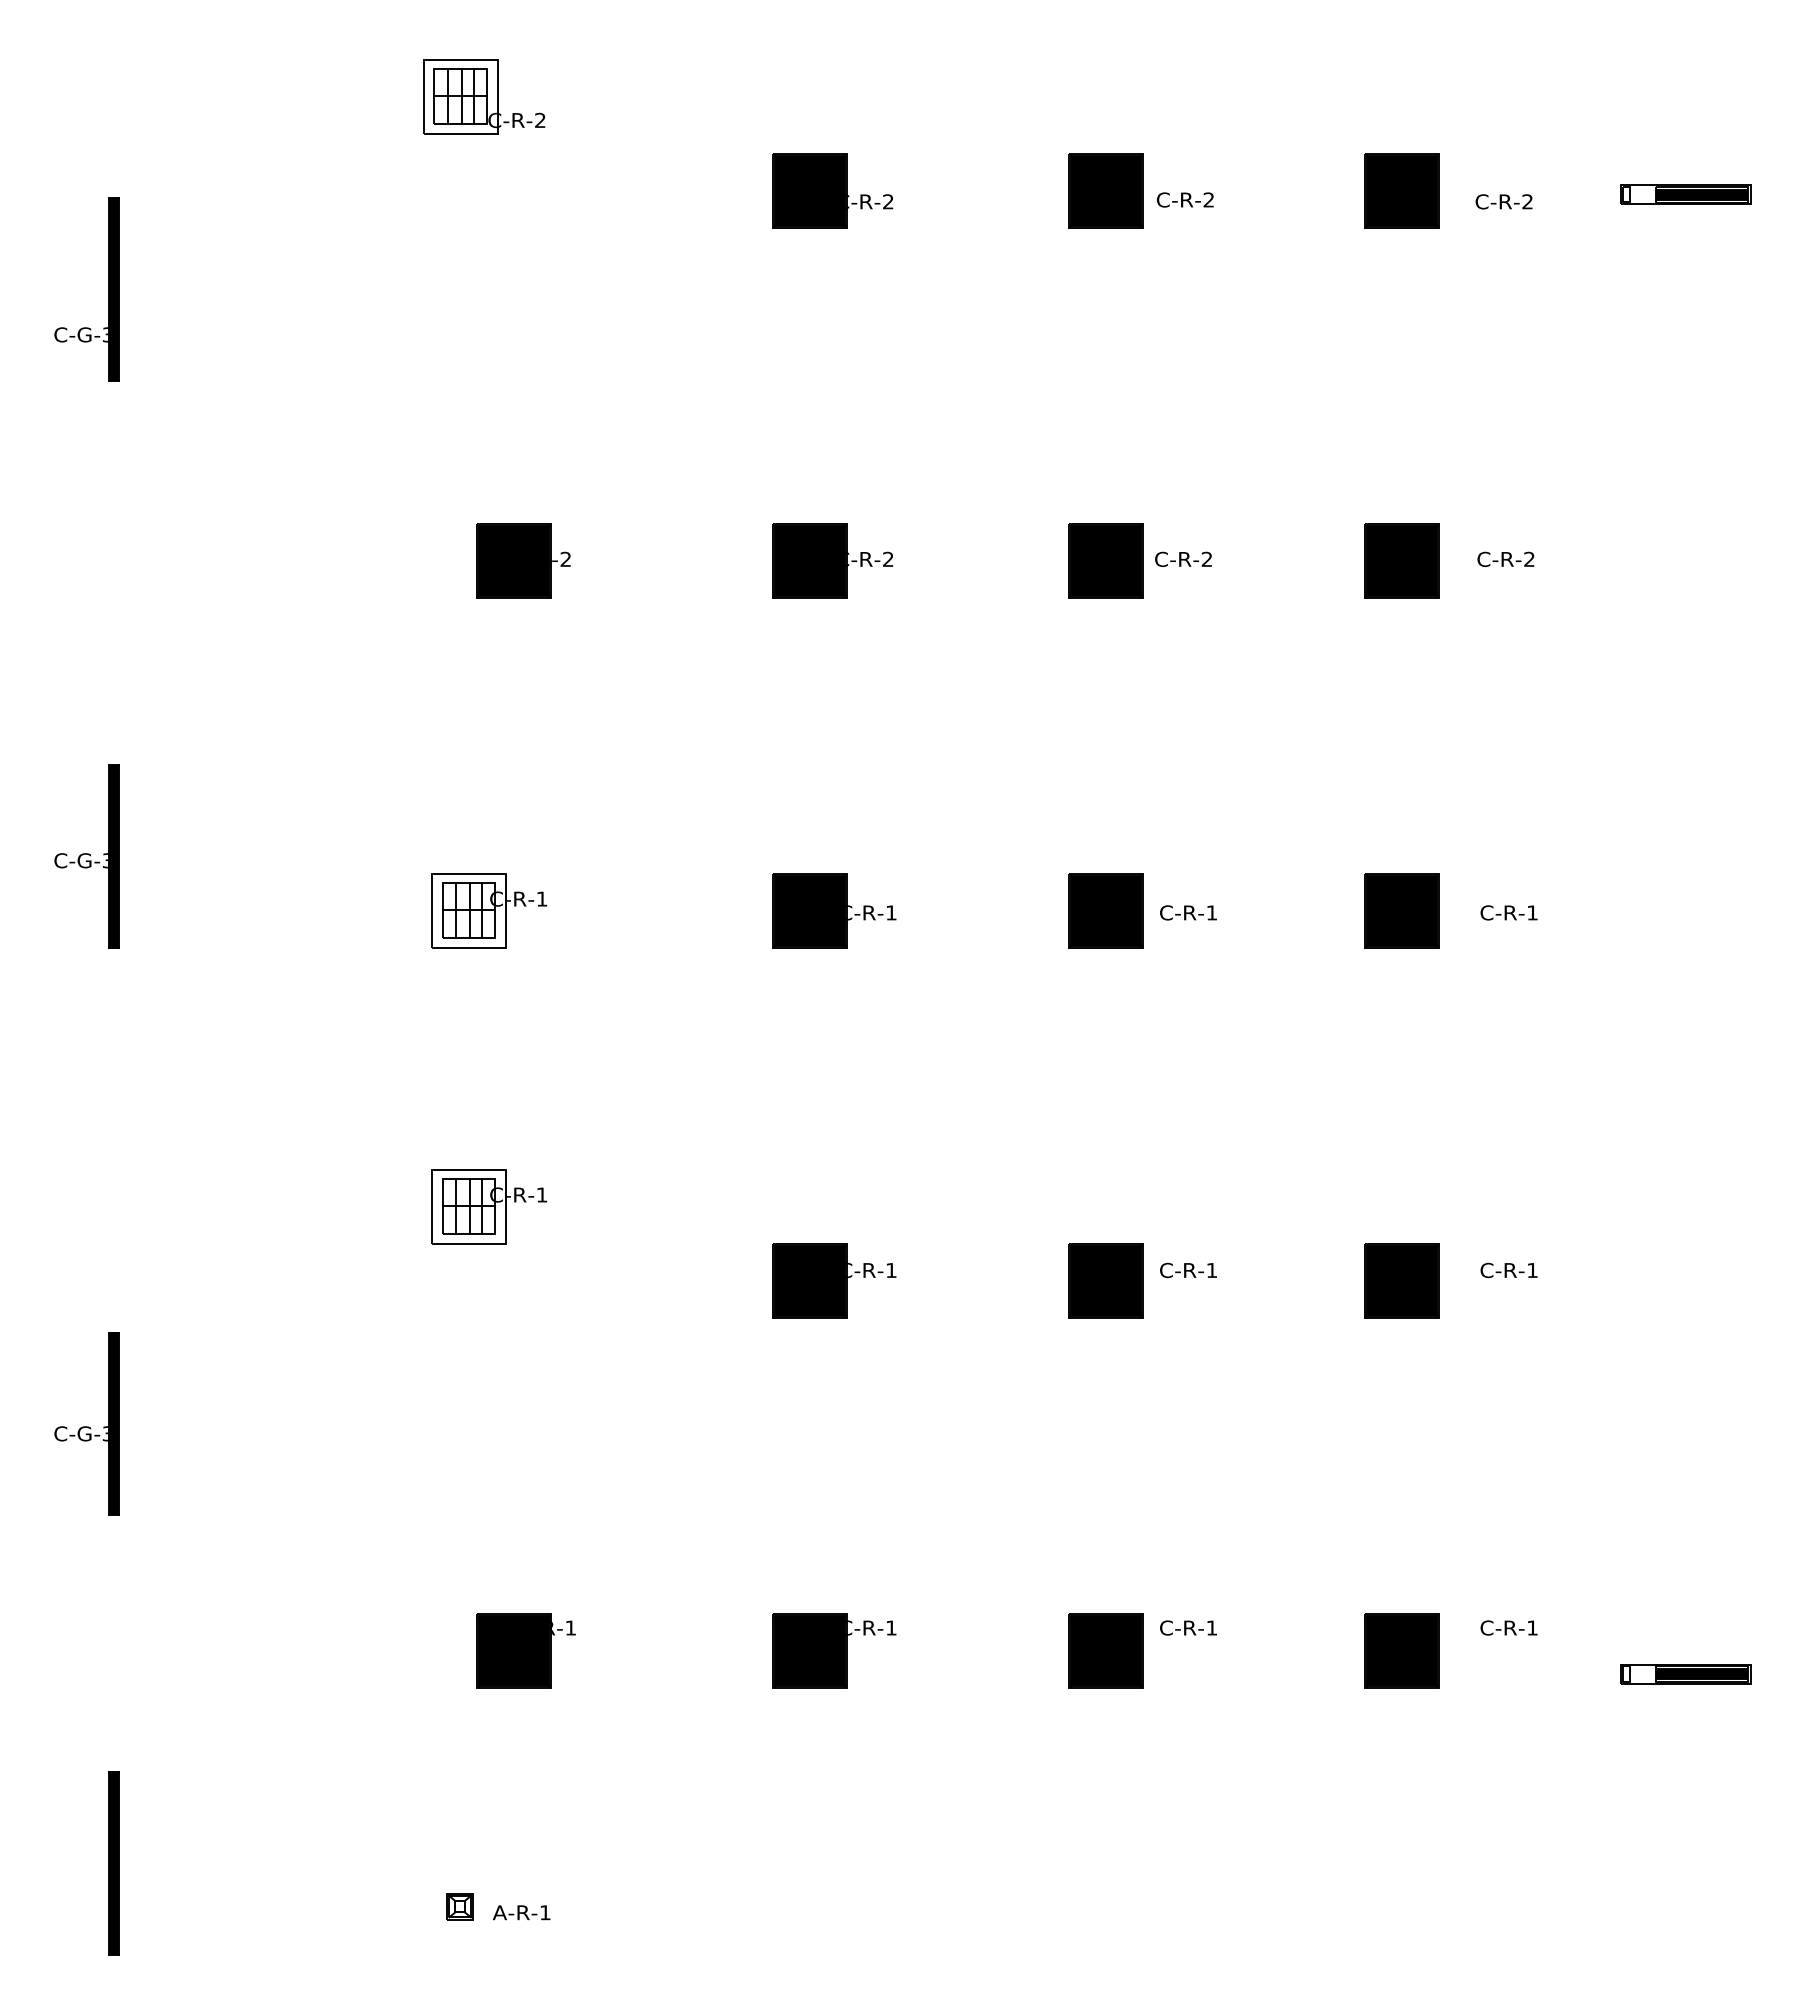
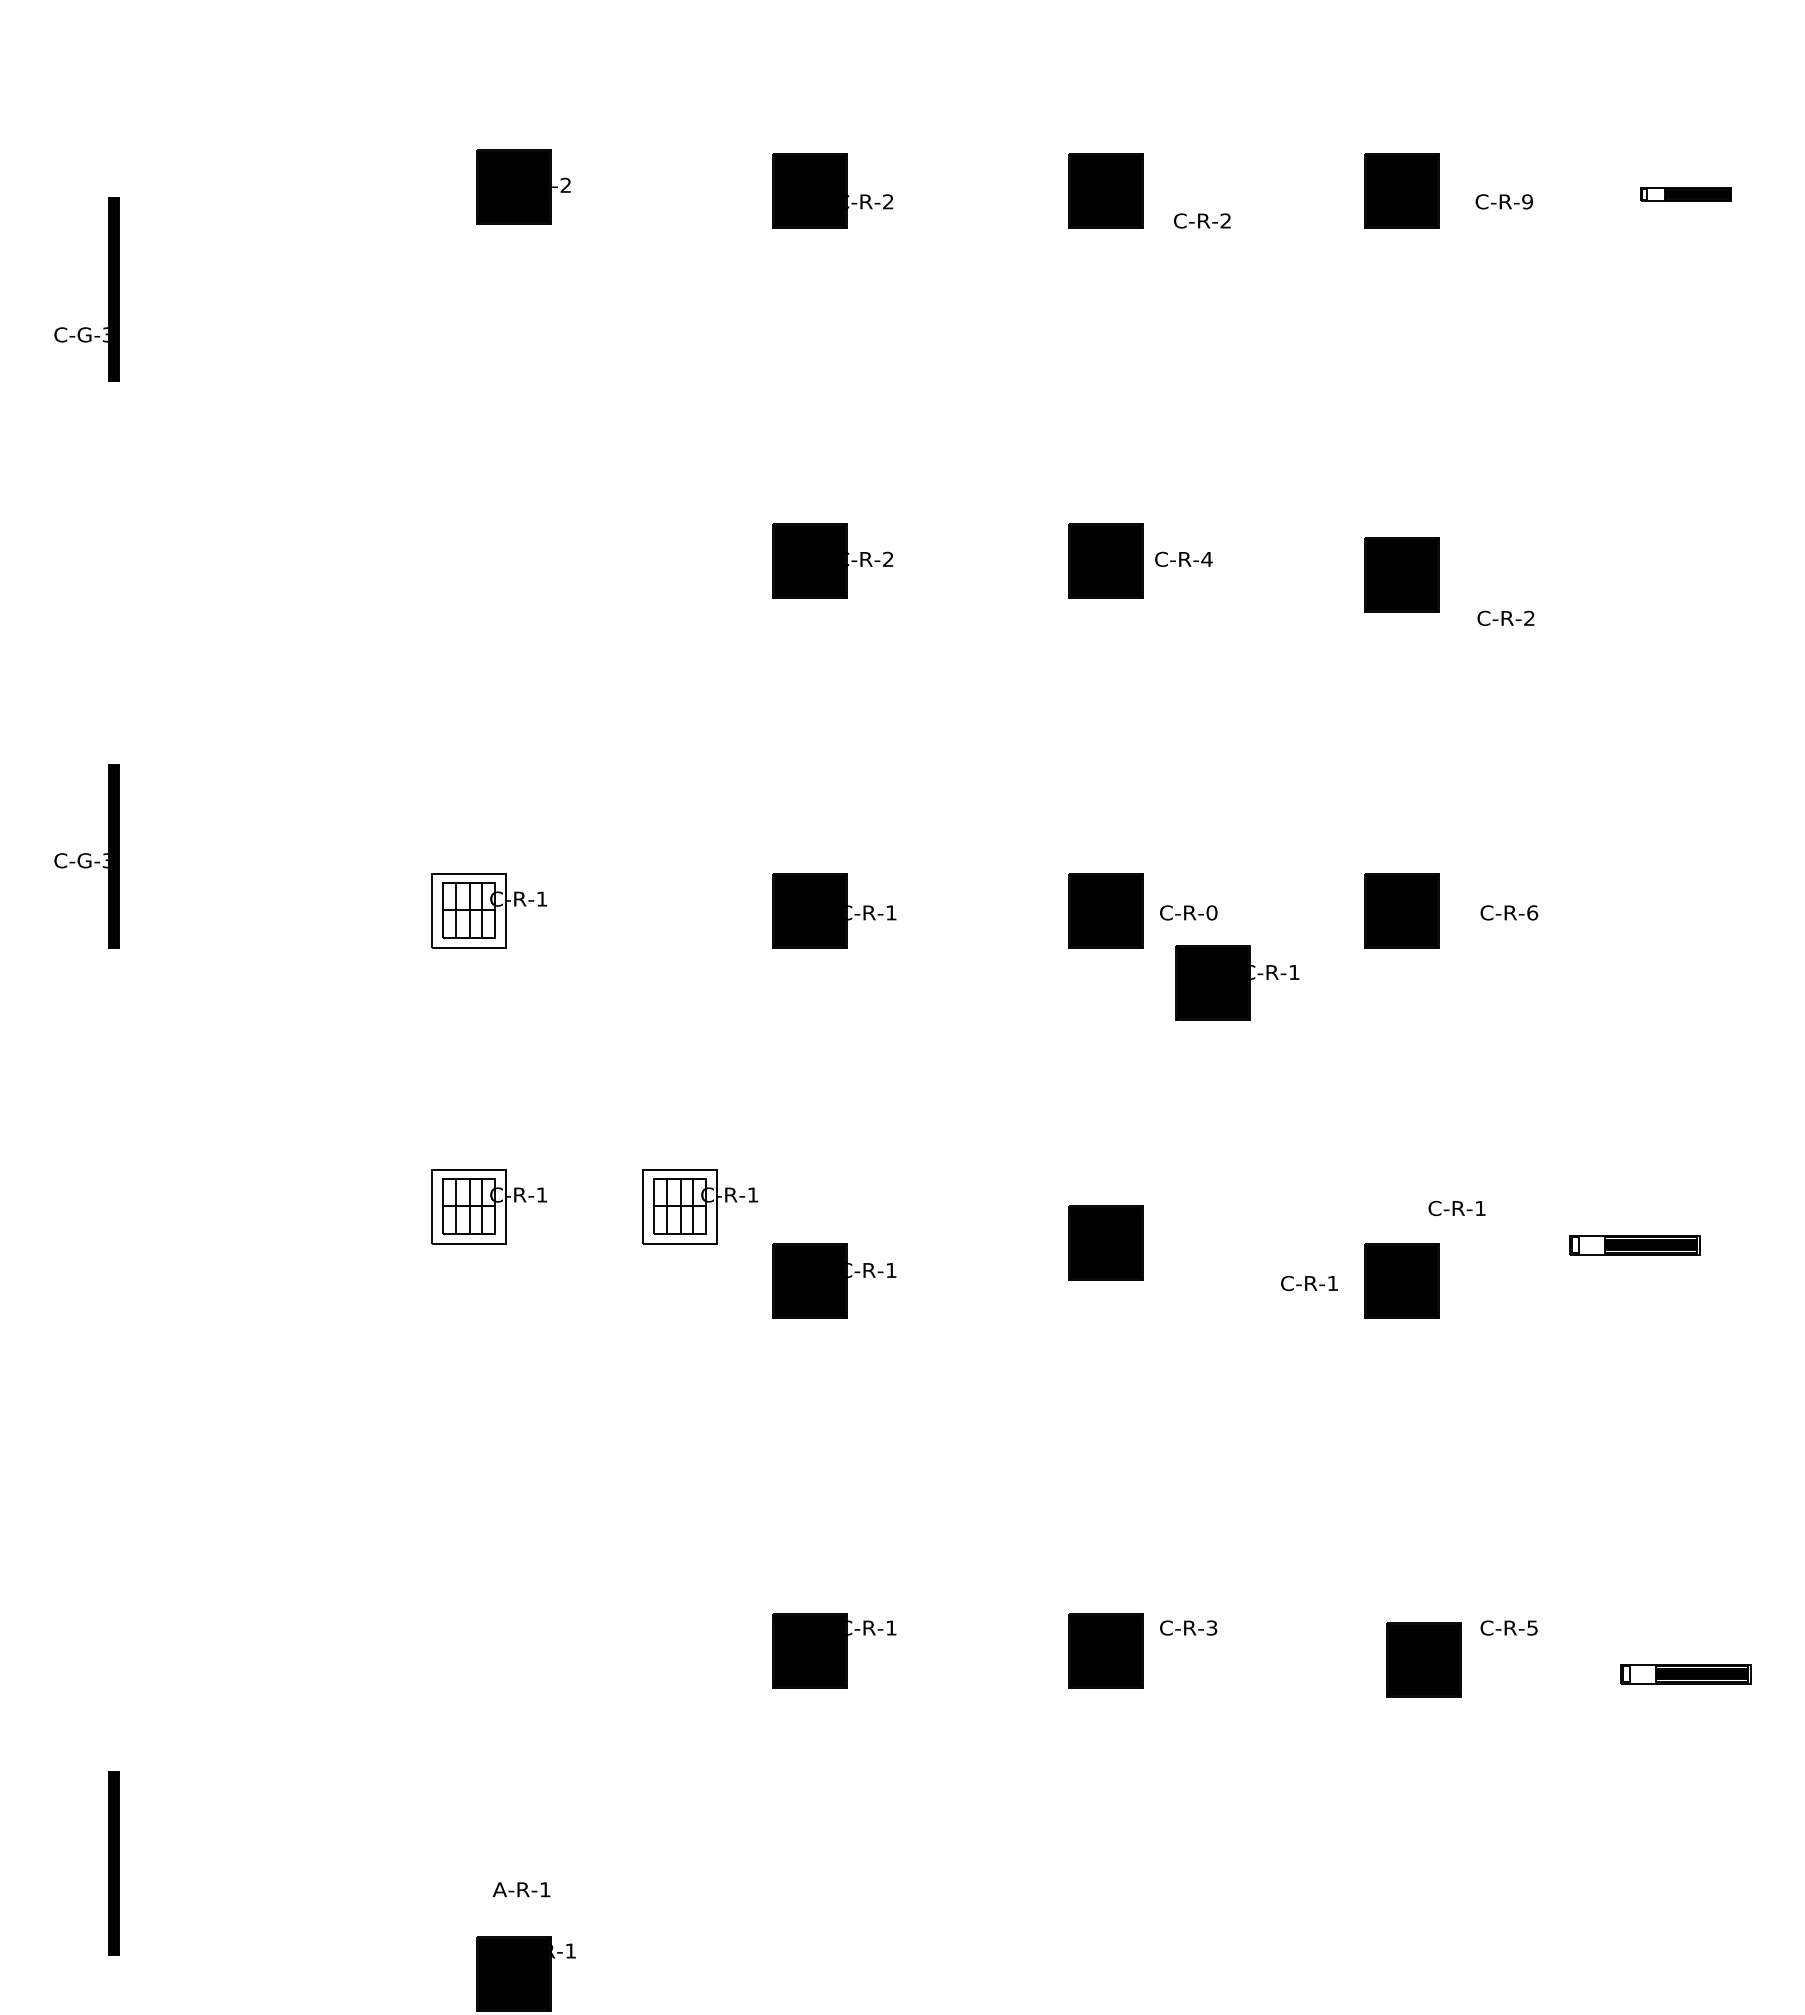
part at (484, 96): present -> none
part at (1685, 194) size: 132x21 px -> 92x15 px
text at (1185, 199) position: (1185, 199) -> (1202, 220)
text at (1527, 201): C-R-2 -> C-R-9
text at (1206, 558): C-R-2 -> C-R-4
text at (1505, 558) position: (1505, 558) -> (1505, 617)
part at (523, 560) position: (523, 560) -> (523, 186)
part at (1401, 560) position: (1401, 560) -> (1401, 574)
text at (1211, 912): C-R-1 -> C-R-0
text at (1532, 912): C-R-1 -> C-R-6
part at (1237, 982): none -> present
part at (700, 1206): none -> present
part at (1634, 1245): none -> present
text at (1188, 1270) position: (1188, 1270) -> (1309, 1283)
text at (1508, 1270) position: (1508, 1270) -> (1456, 1208)
part at (1105, 1280) position: (1105, 1280) -> (1105, 1242)
part at (86, 1423): present -> none
text at (1211, 1627): C-R-1 -> C-R-3
text at (1532, 1627): C-R-1 -> C-R-5
part at (525, 1650) position: (525, 1650) -> (525, 1973)
part at (1401, 1650) position: (1401, 1650) -> (1423, 1659)
part at (459, 1906): present -> none
text at (521, 1912) position: (521, 1912) -> (521, 1889)
